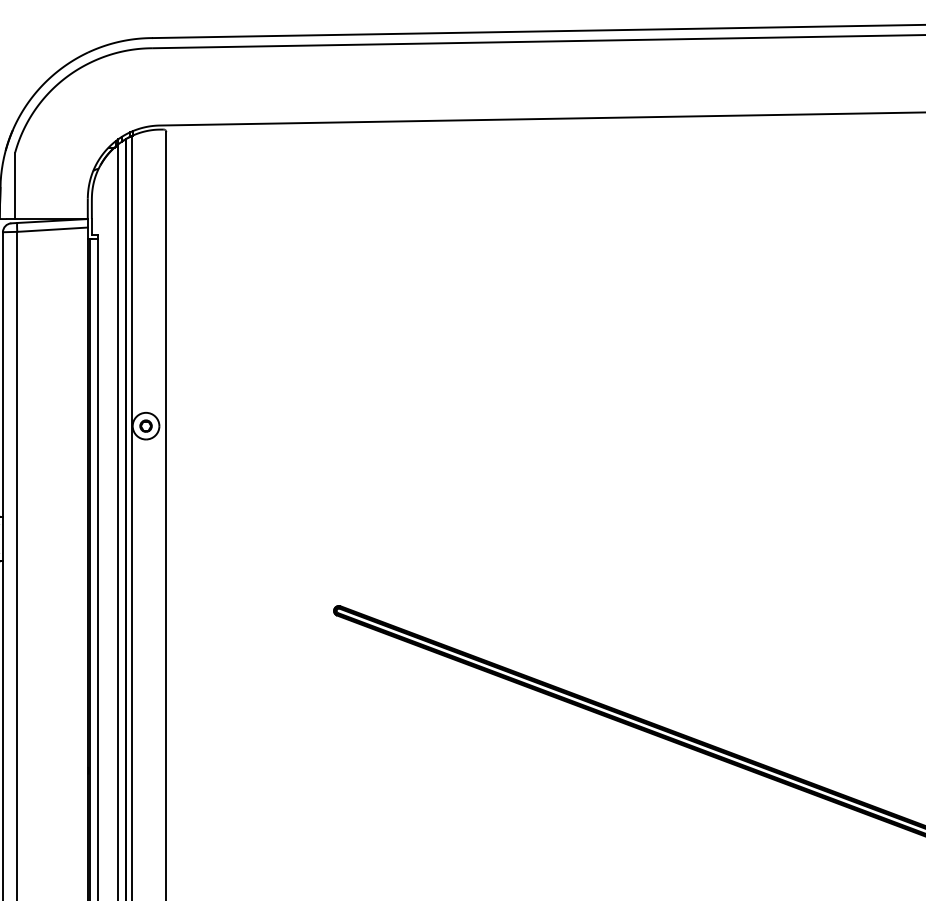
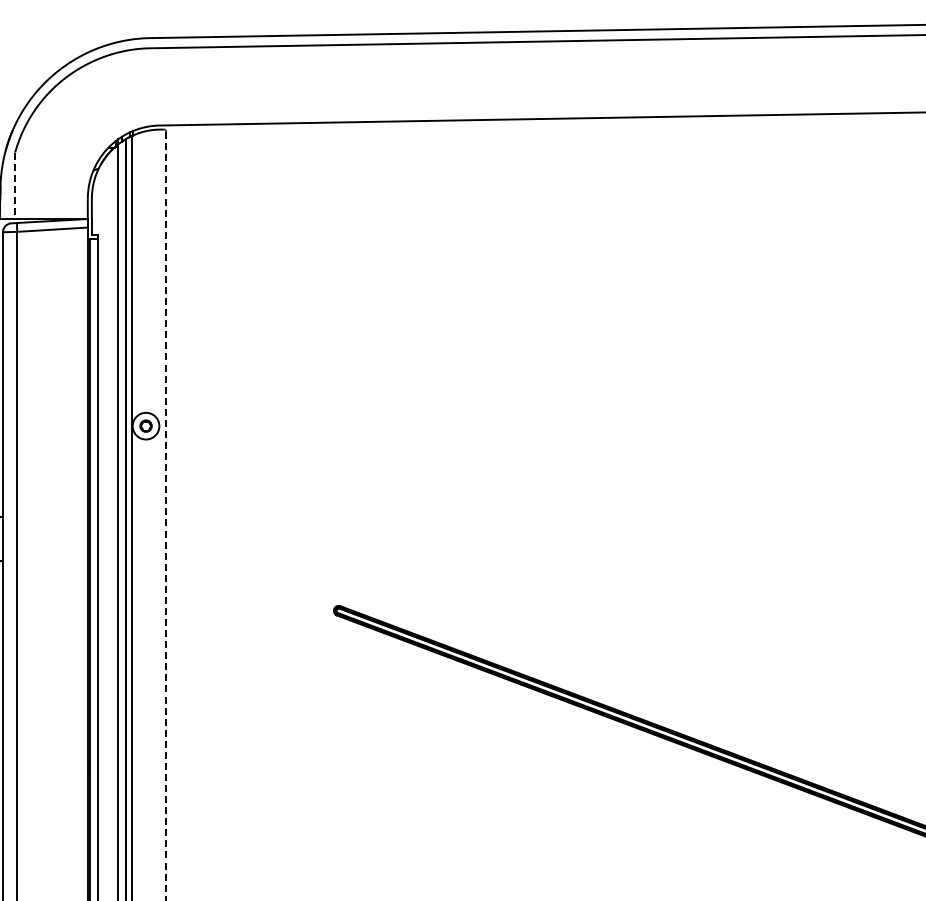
line at (15, 186): solid -> dashed
line at (166, 516): solid -> dashed
